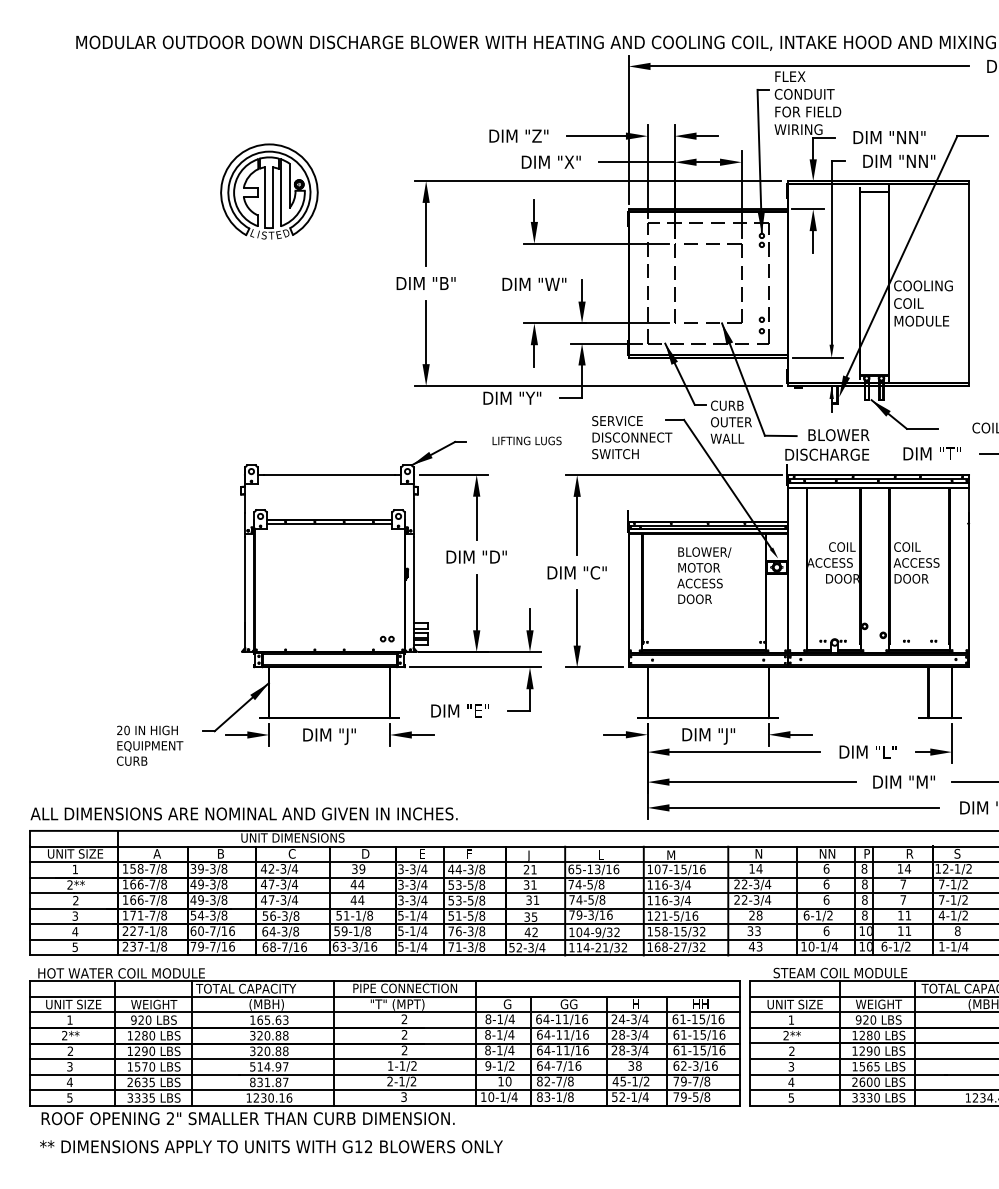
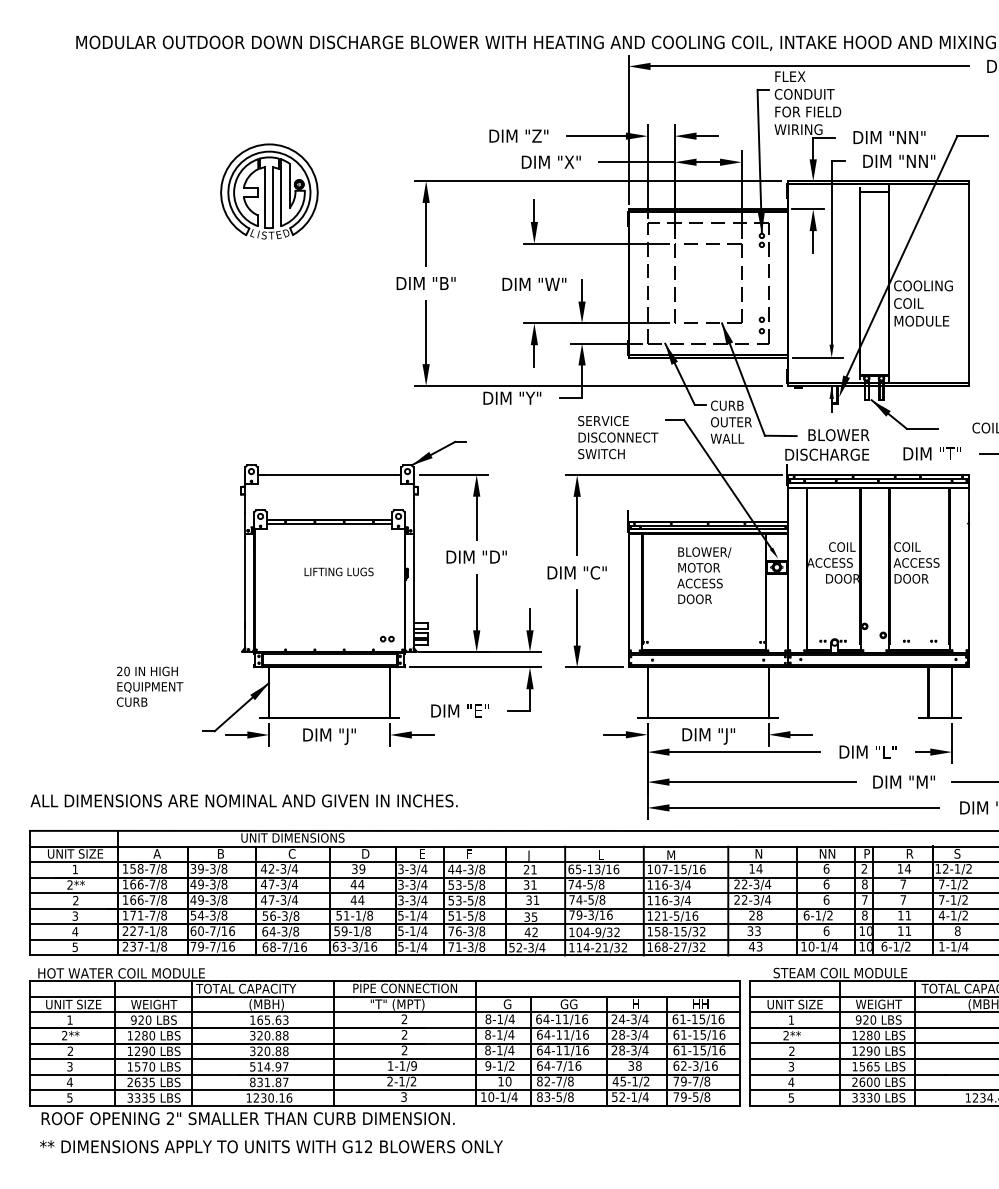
text at (632, 437) position: (632, 437) -> (618, 437)
text at (526, 440) position: (526, 440) -> (338, 571)
text at (150, 745) position: (150, 745) -> (150, 686)
text at (243, 813) position: (243, 813) -> (243, 800)
text at (864, 868): 8 -> 2
text at (864, 899): 8 -> 7
text at (413, 1065): 1-1/2 -> 1-1/9
text at (558, 1097): 83-1/8 -> 83-5/8
